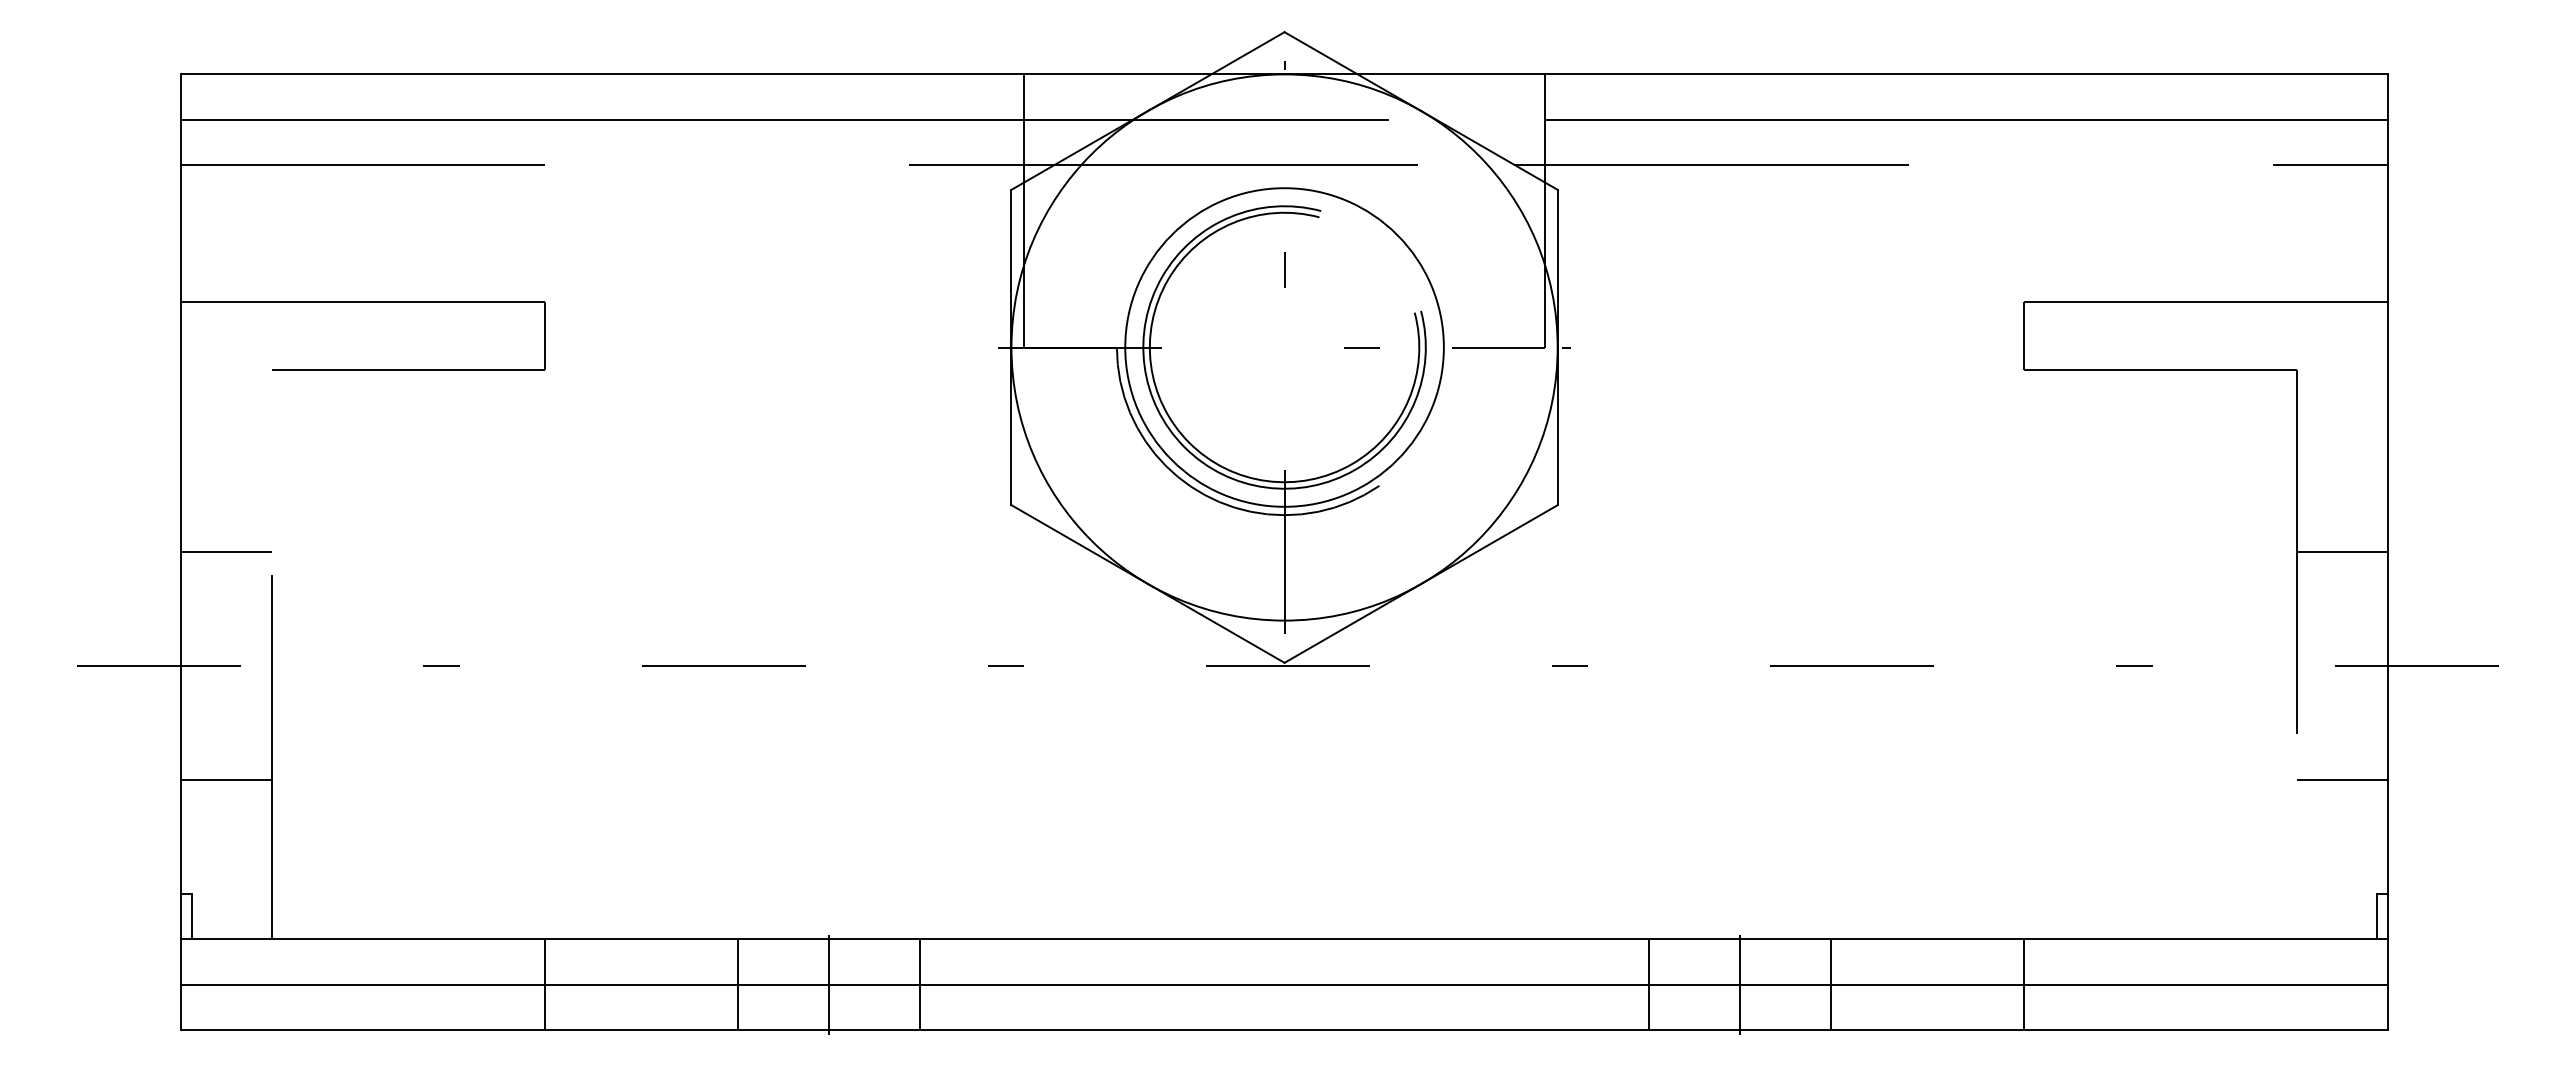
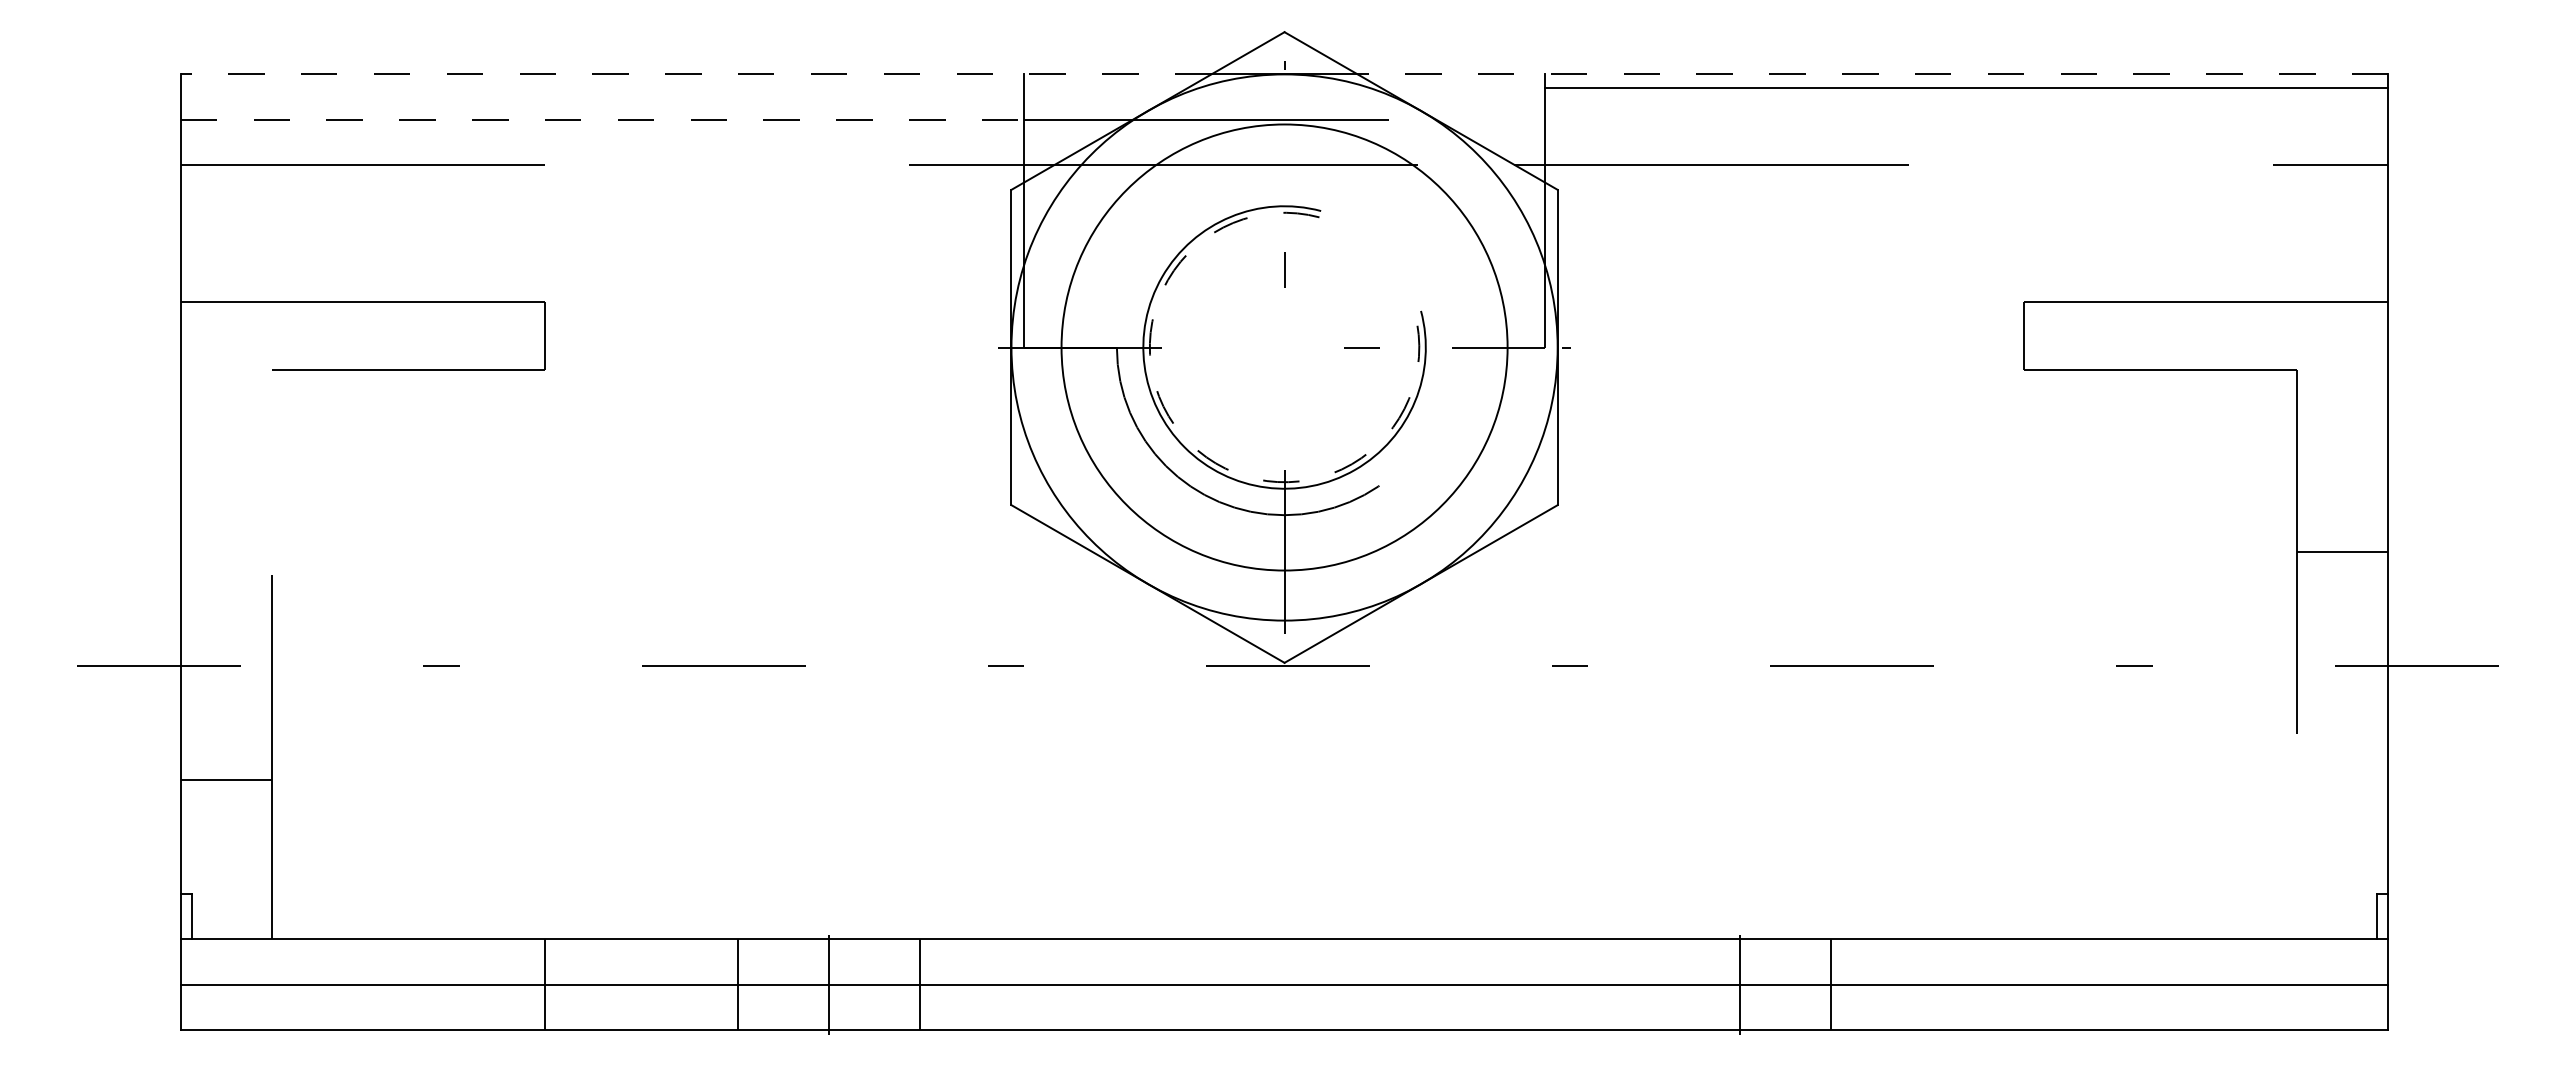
line at (695, 74): solid -> dashed
line at (1872, 74): solid -> dashed
line at (602, 119): solid -> dashed
line at (1966, 119) position: (1966, 119) -> (1966, 87)
circle at (1284, 347) diameter: 319 px -> 446 px
arc at (1189, 442): solid -> dashed
line at (225, 552): present -> none
line at (2342, 779): present -> none
line at (1648, 984): present -> none
line at (2024, 984): present -> none
